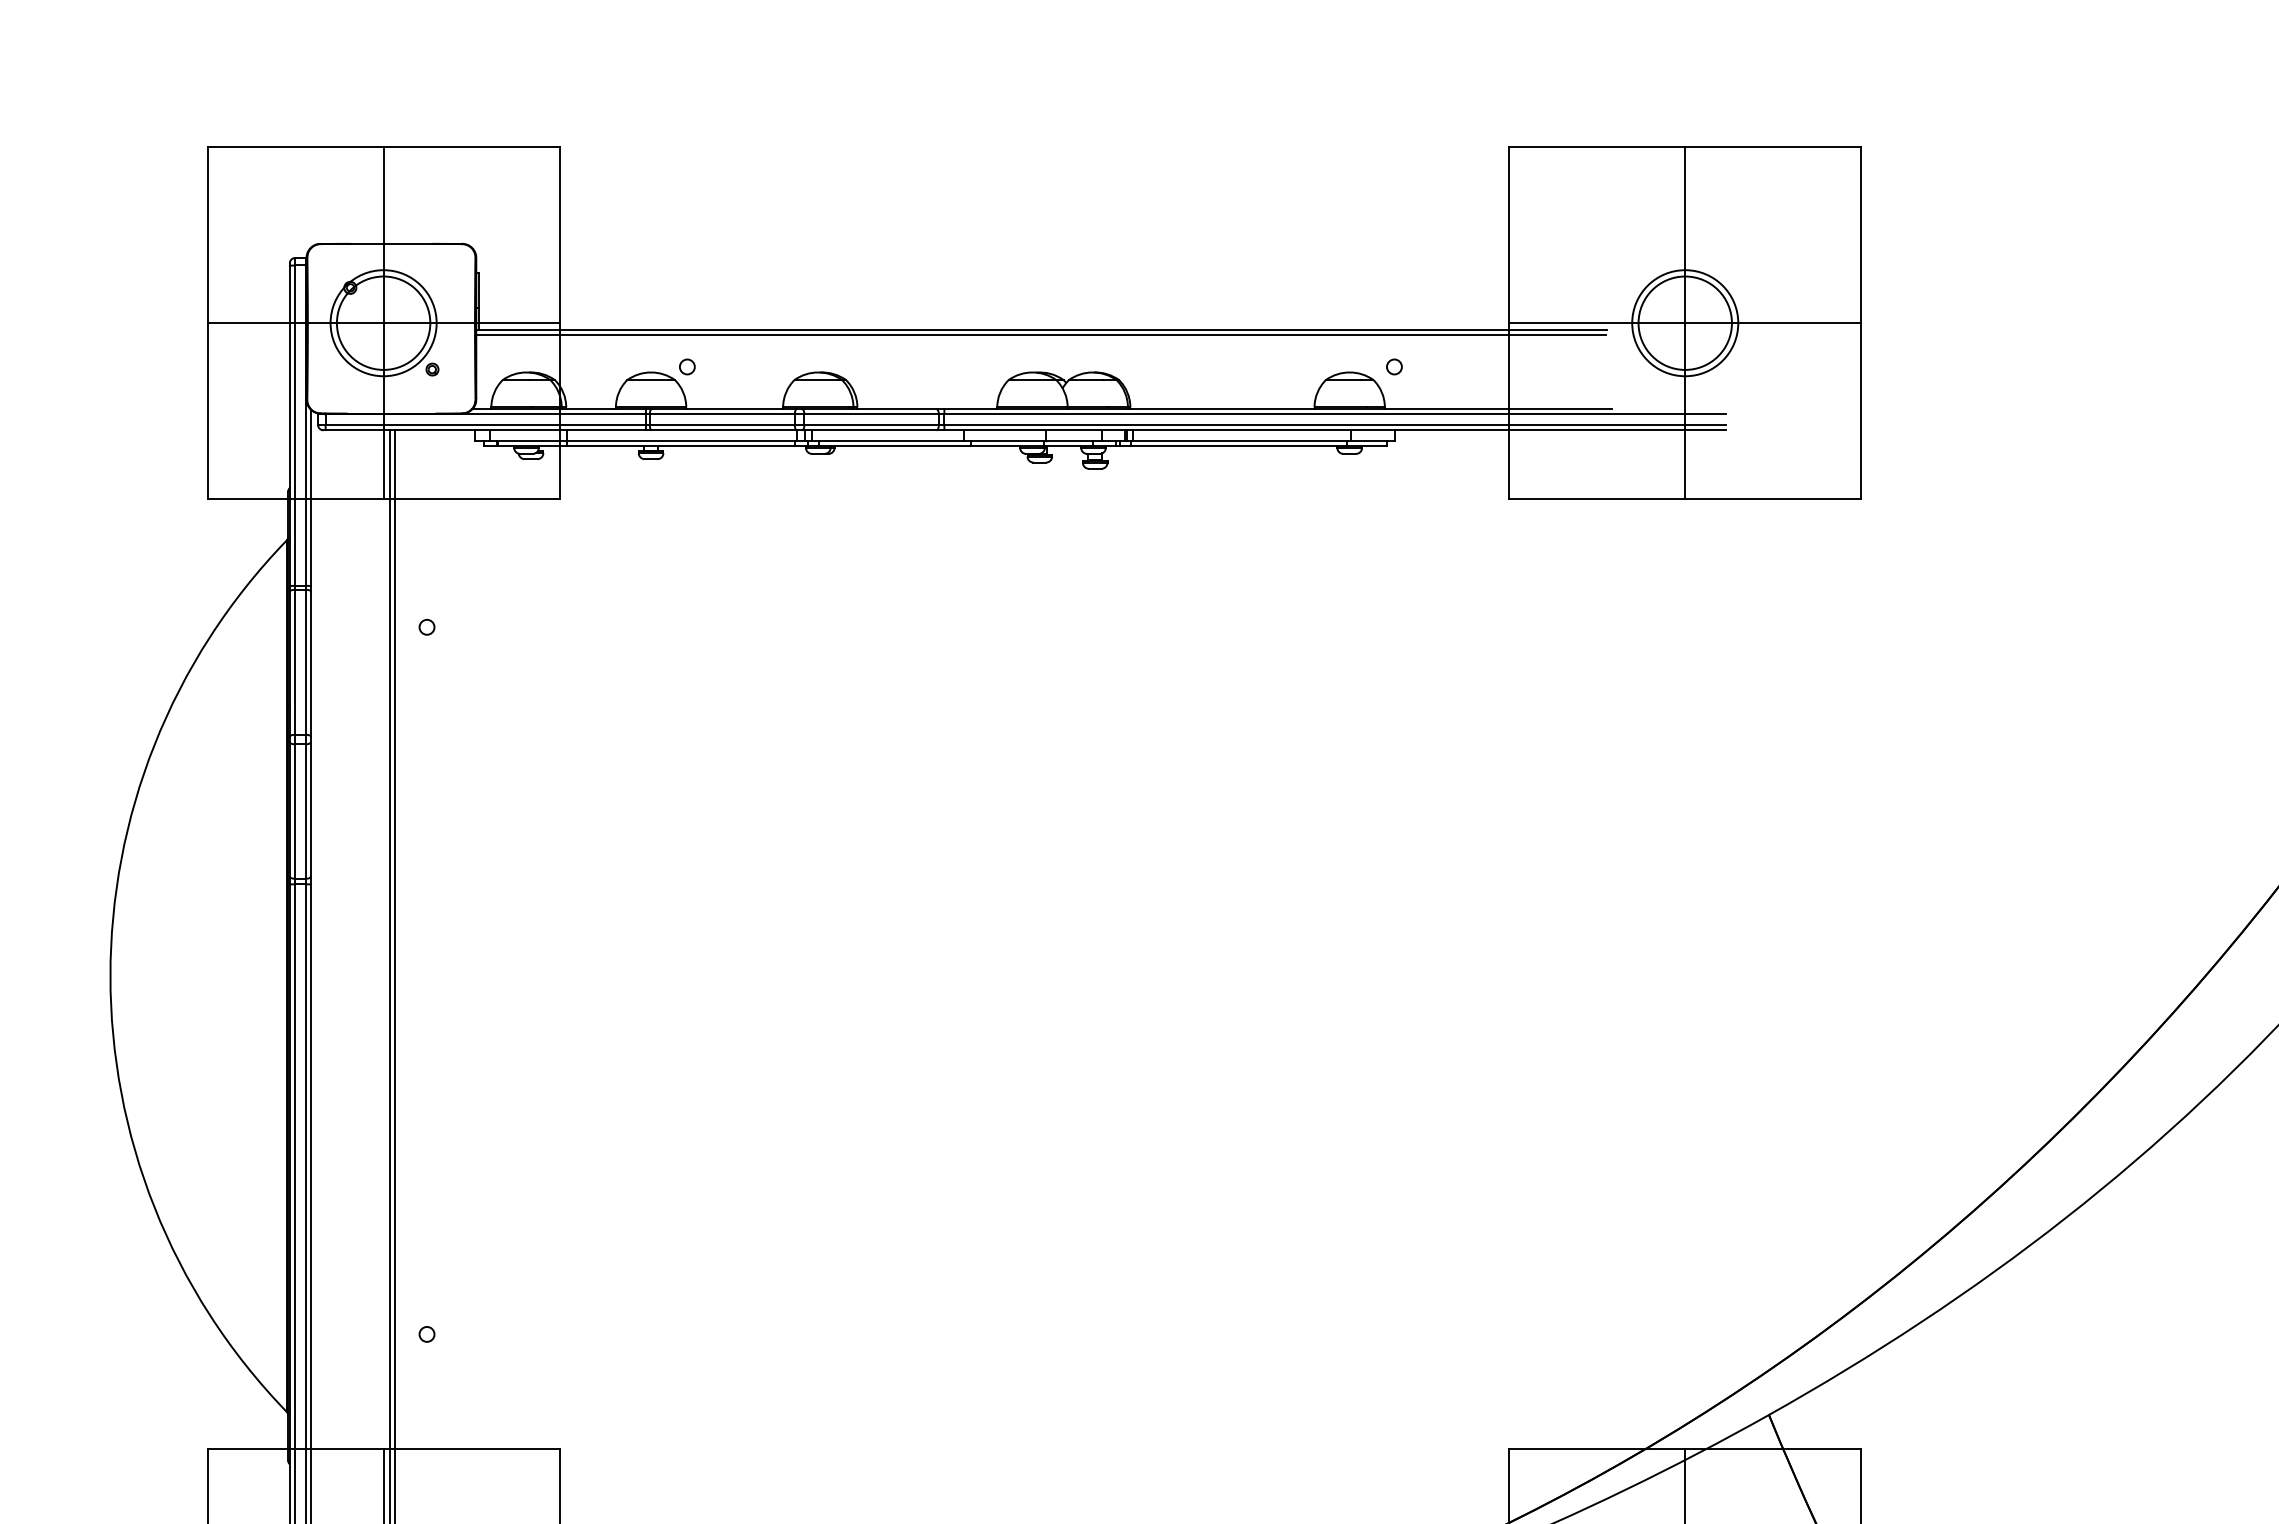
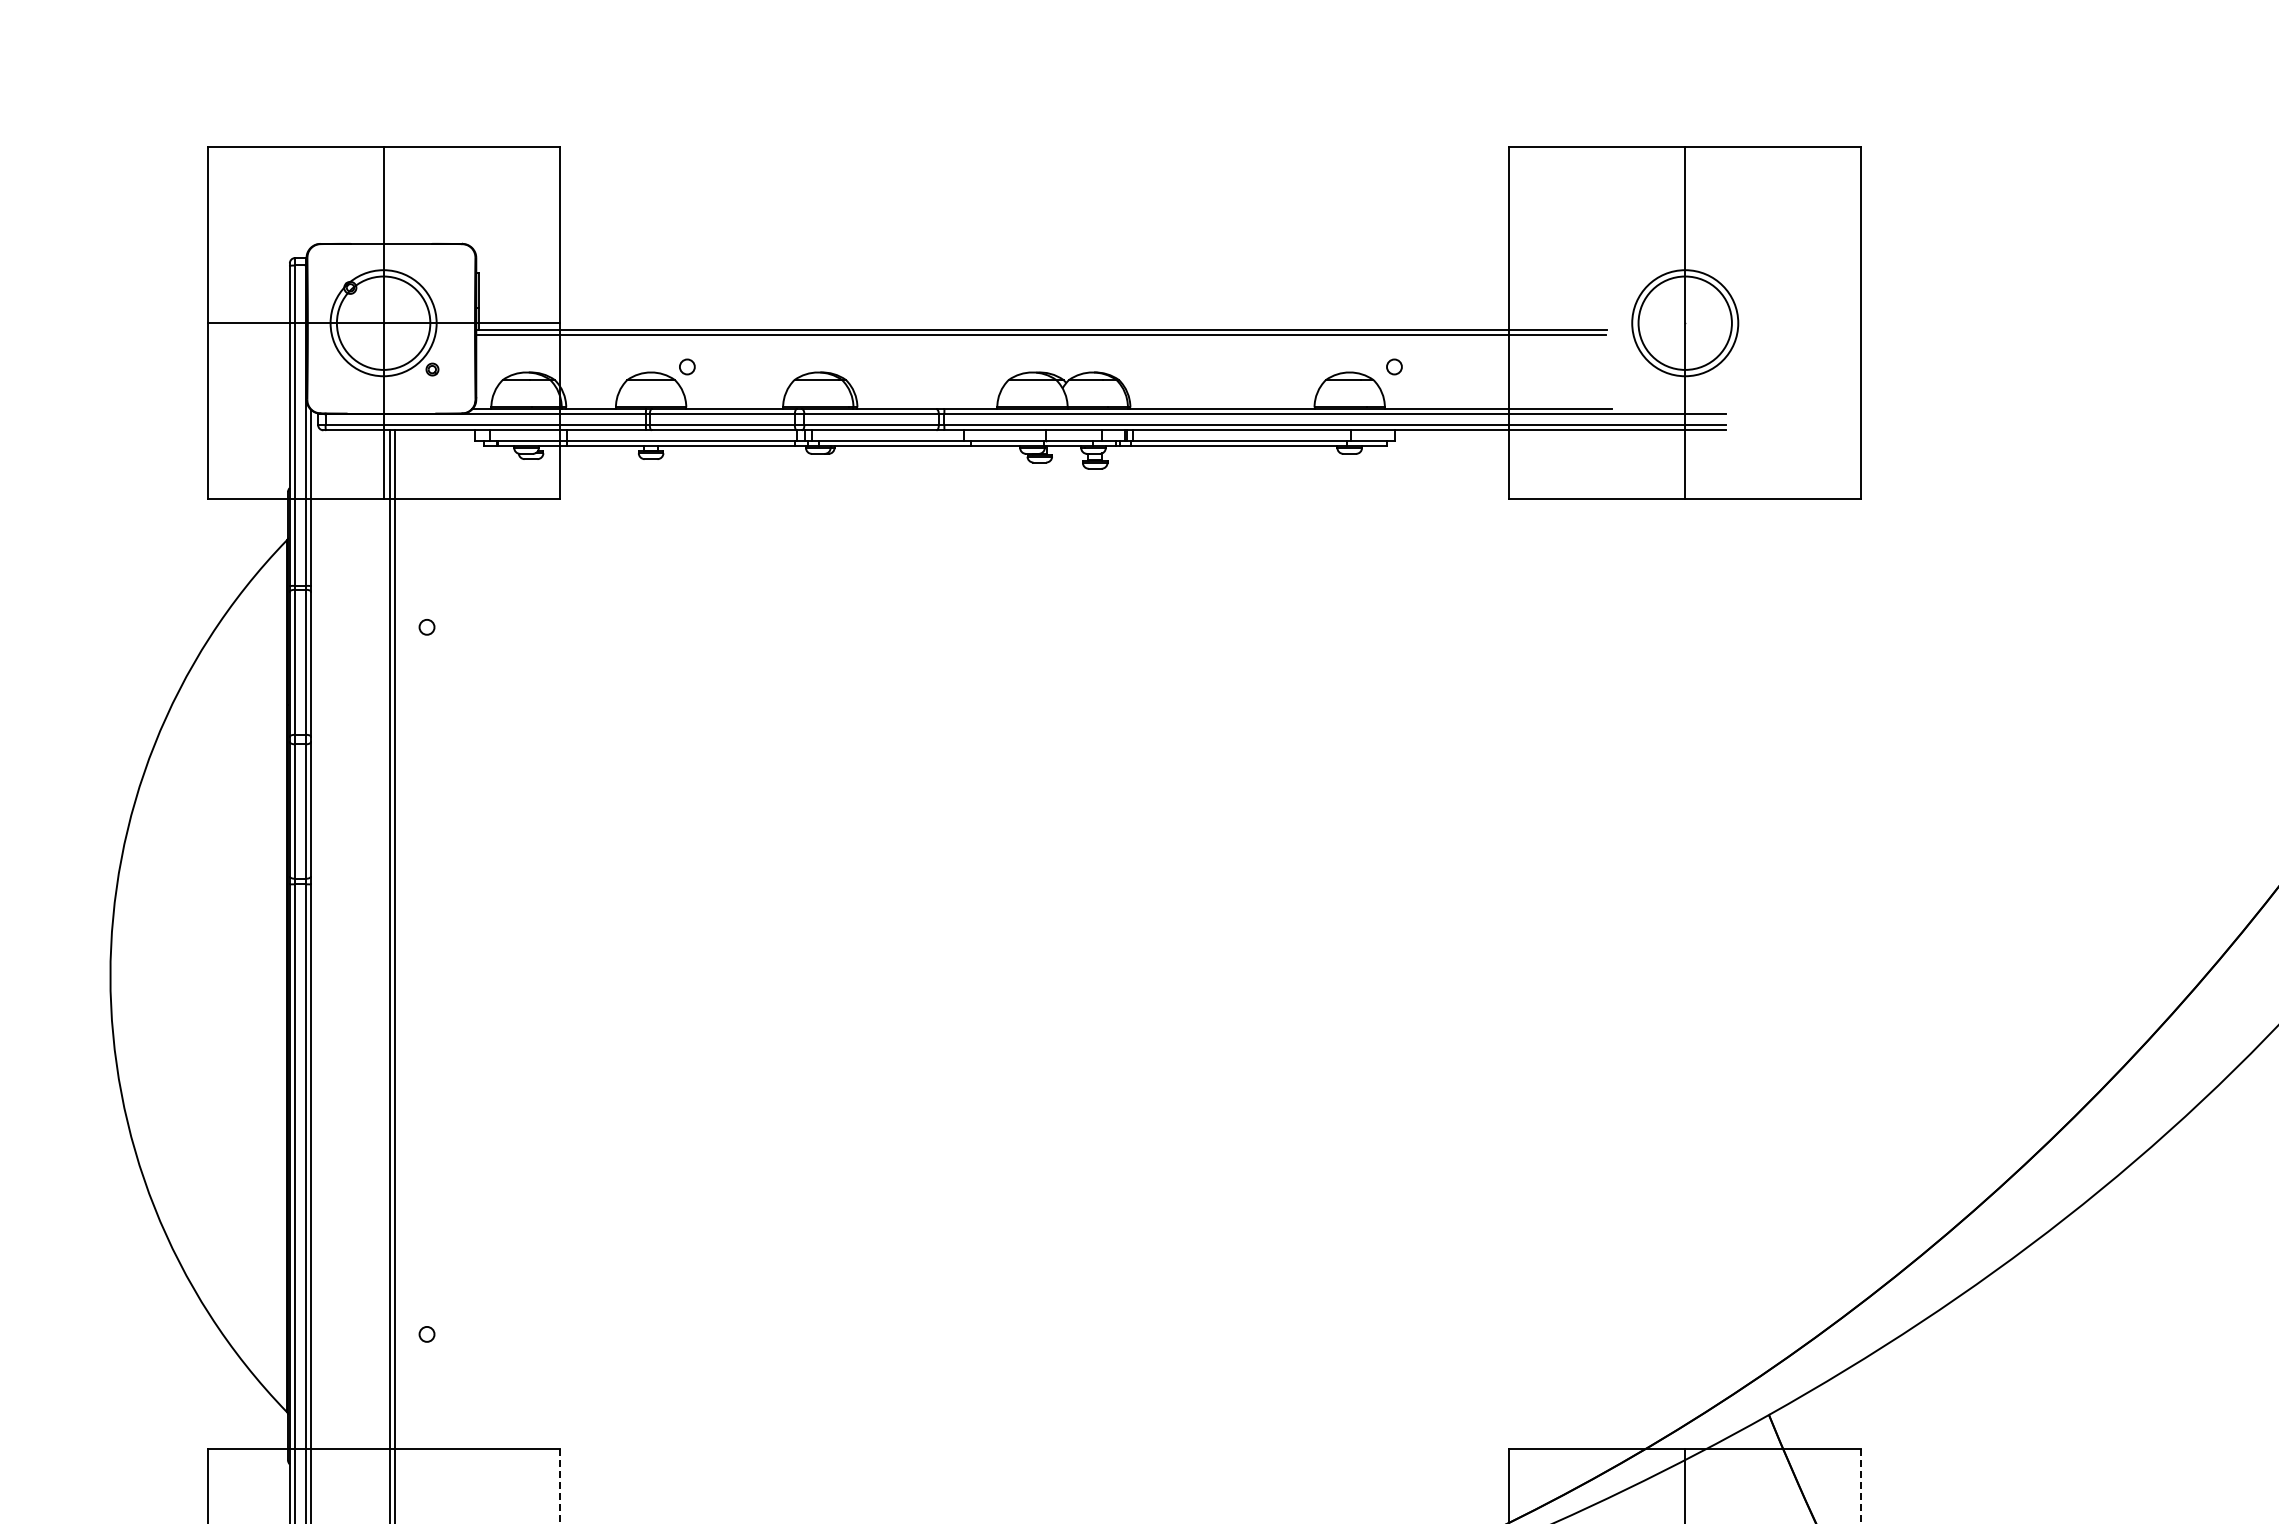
line at (1685, 323): present -> none
line at (383, 1484): present -> none
line at (559, 1486): solid -> dashed
line at (1861, 1486): solid -> dashed
